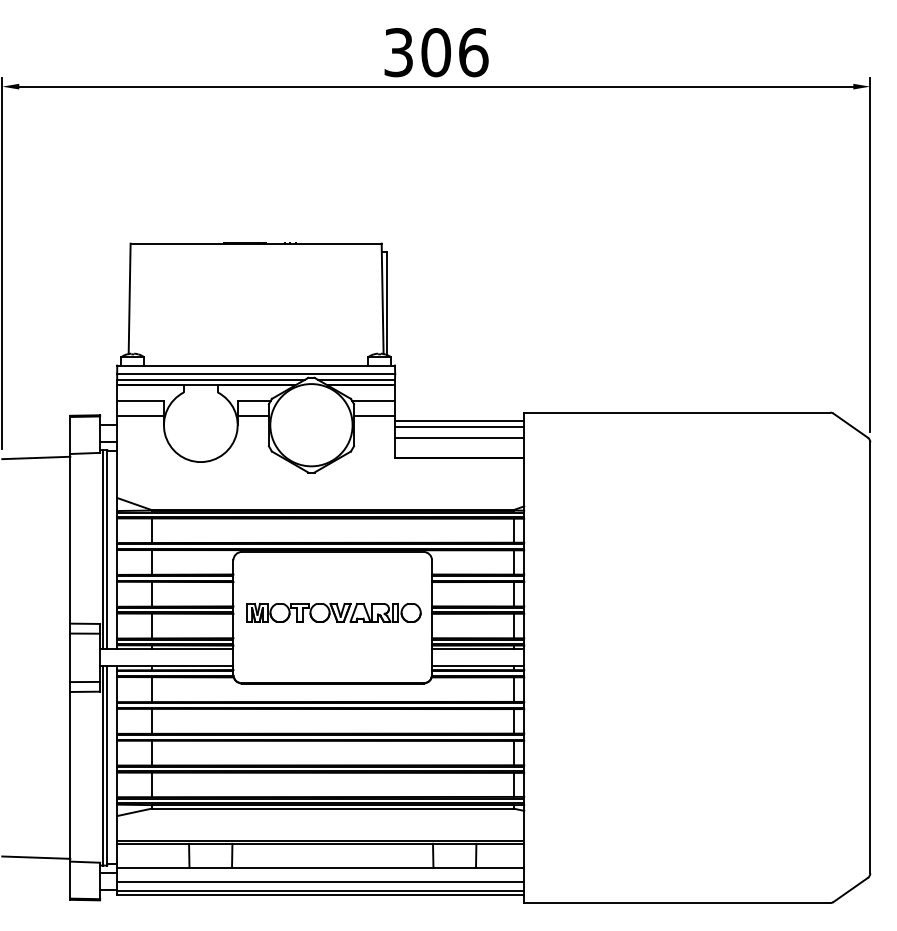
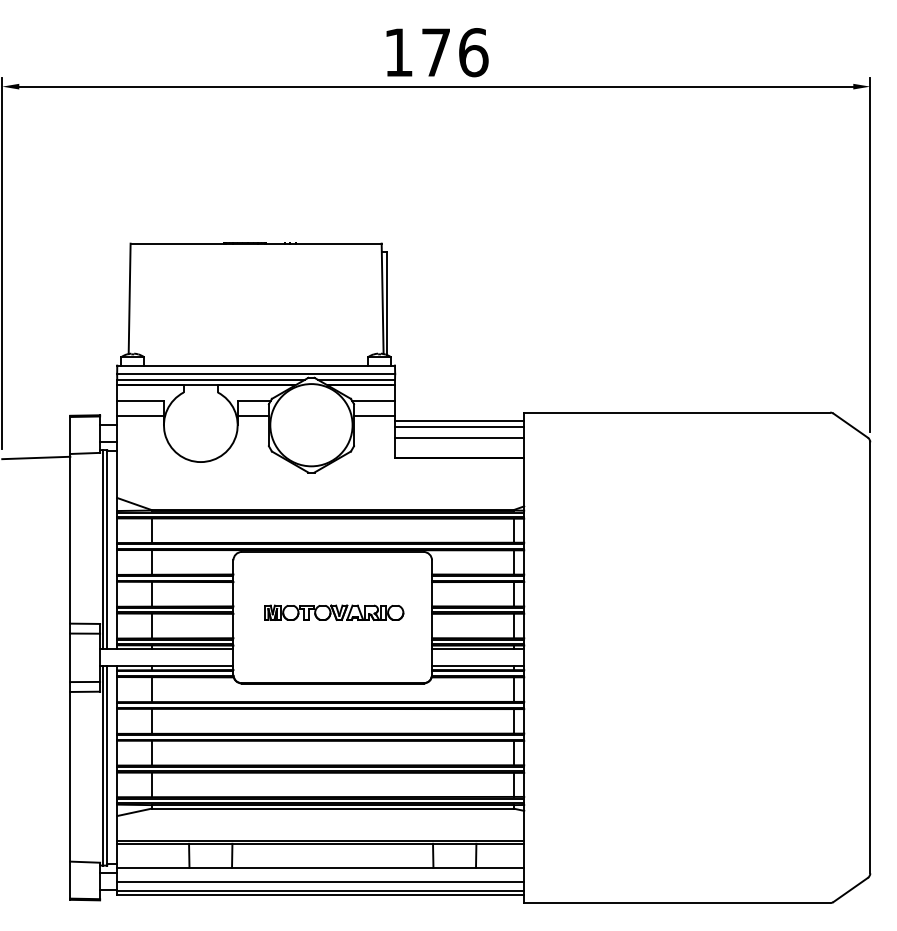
text at (417, 52): 306 -> 176
part at (333, 612) size: 176x21 px -> 141x18 px
line at (36, 857): present -> none
